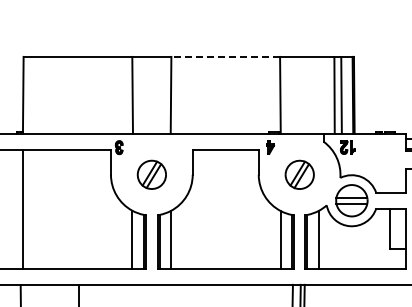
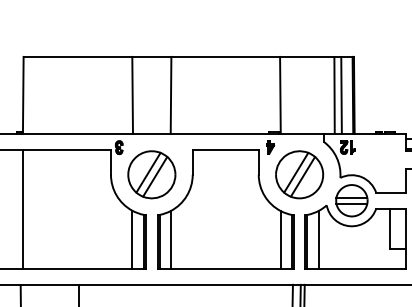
line at (225, 56): dashed -> solid
part at (151, 174) size: 31x31 px -> 50x50 px
part at (299, 174) size: 31x31 px -> 50x50 px
